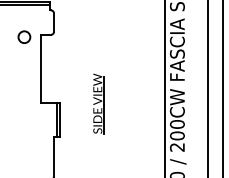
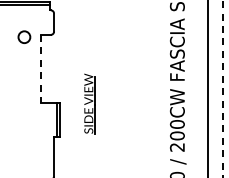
line at (41, 68): solid -> dashed
line at (165, 88): present -> none
line at (223, 89): solid -> dashed
part at (98, 103) position: (98, 103) -> (89, 103)
